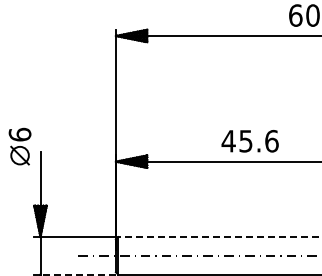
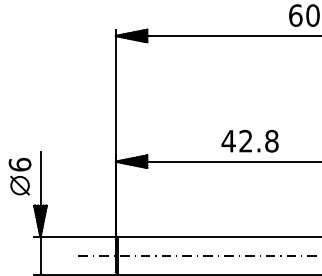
text at (258, 140): 45.6 -> 42.8
part at (19, 146) position: (19, 146) -> (19, 176)
line at (220, 237): dashed -> solid
line at (78, 274): dashed -> solid
